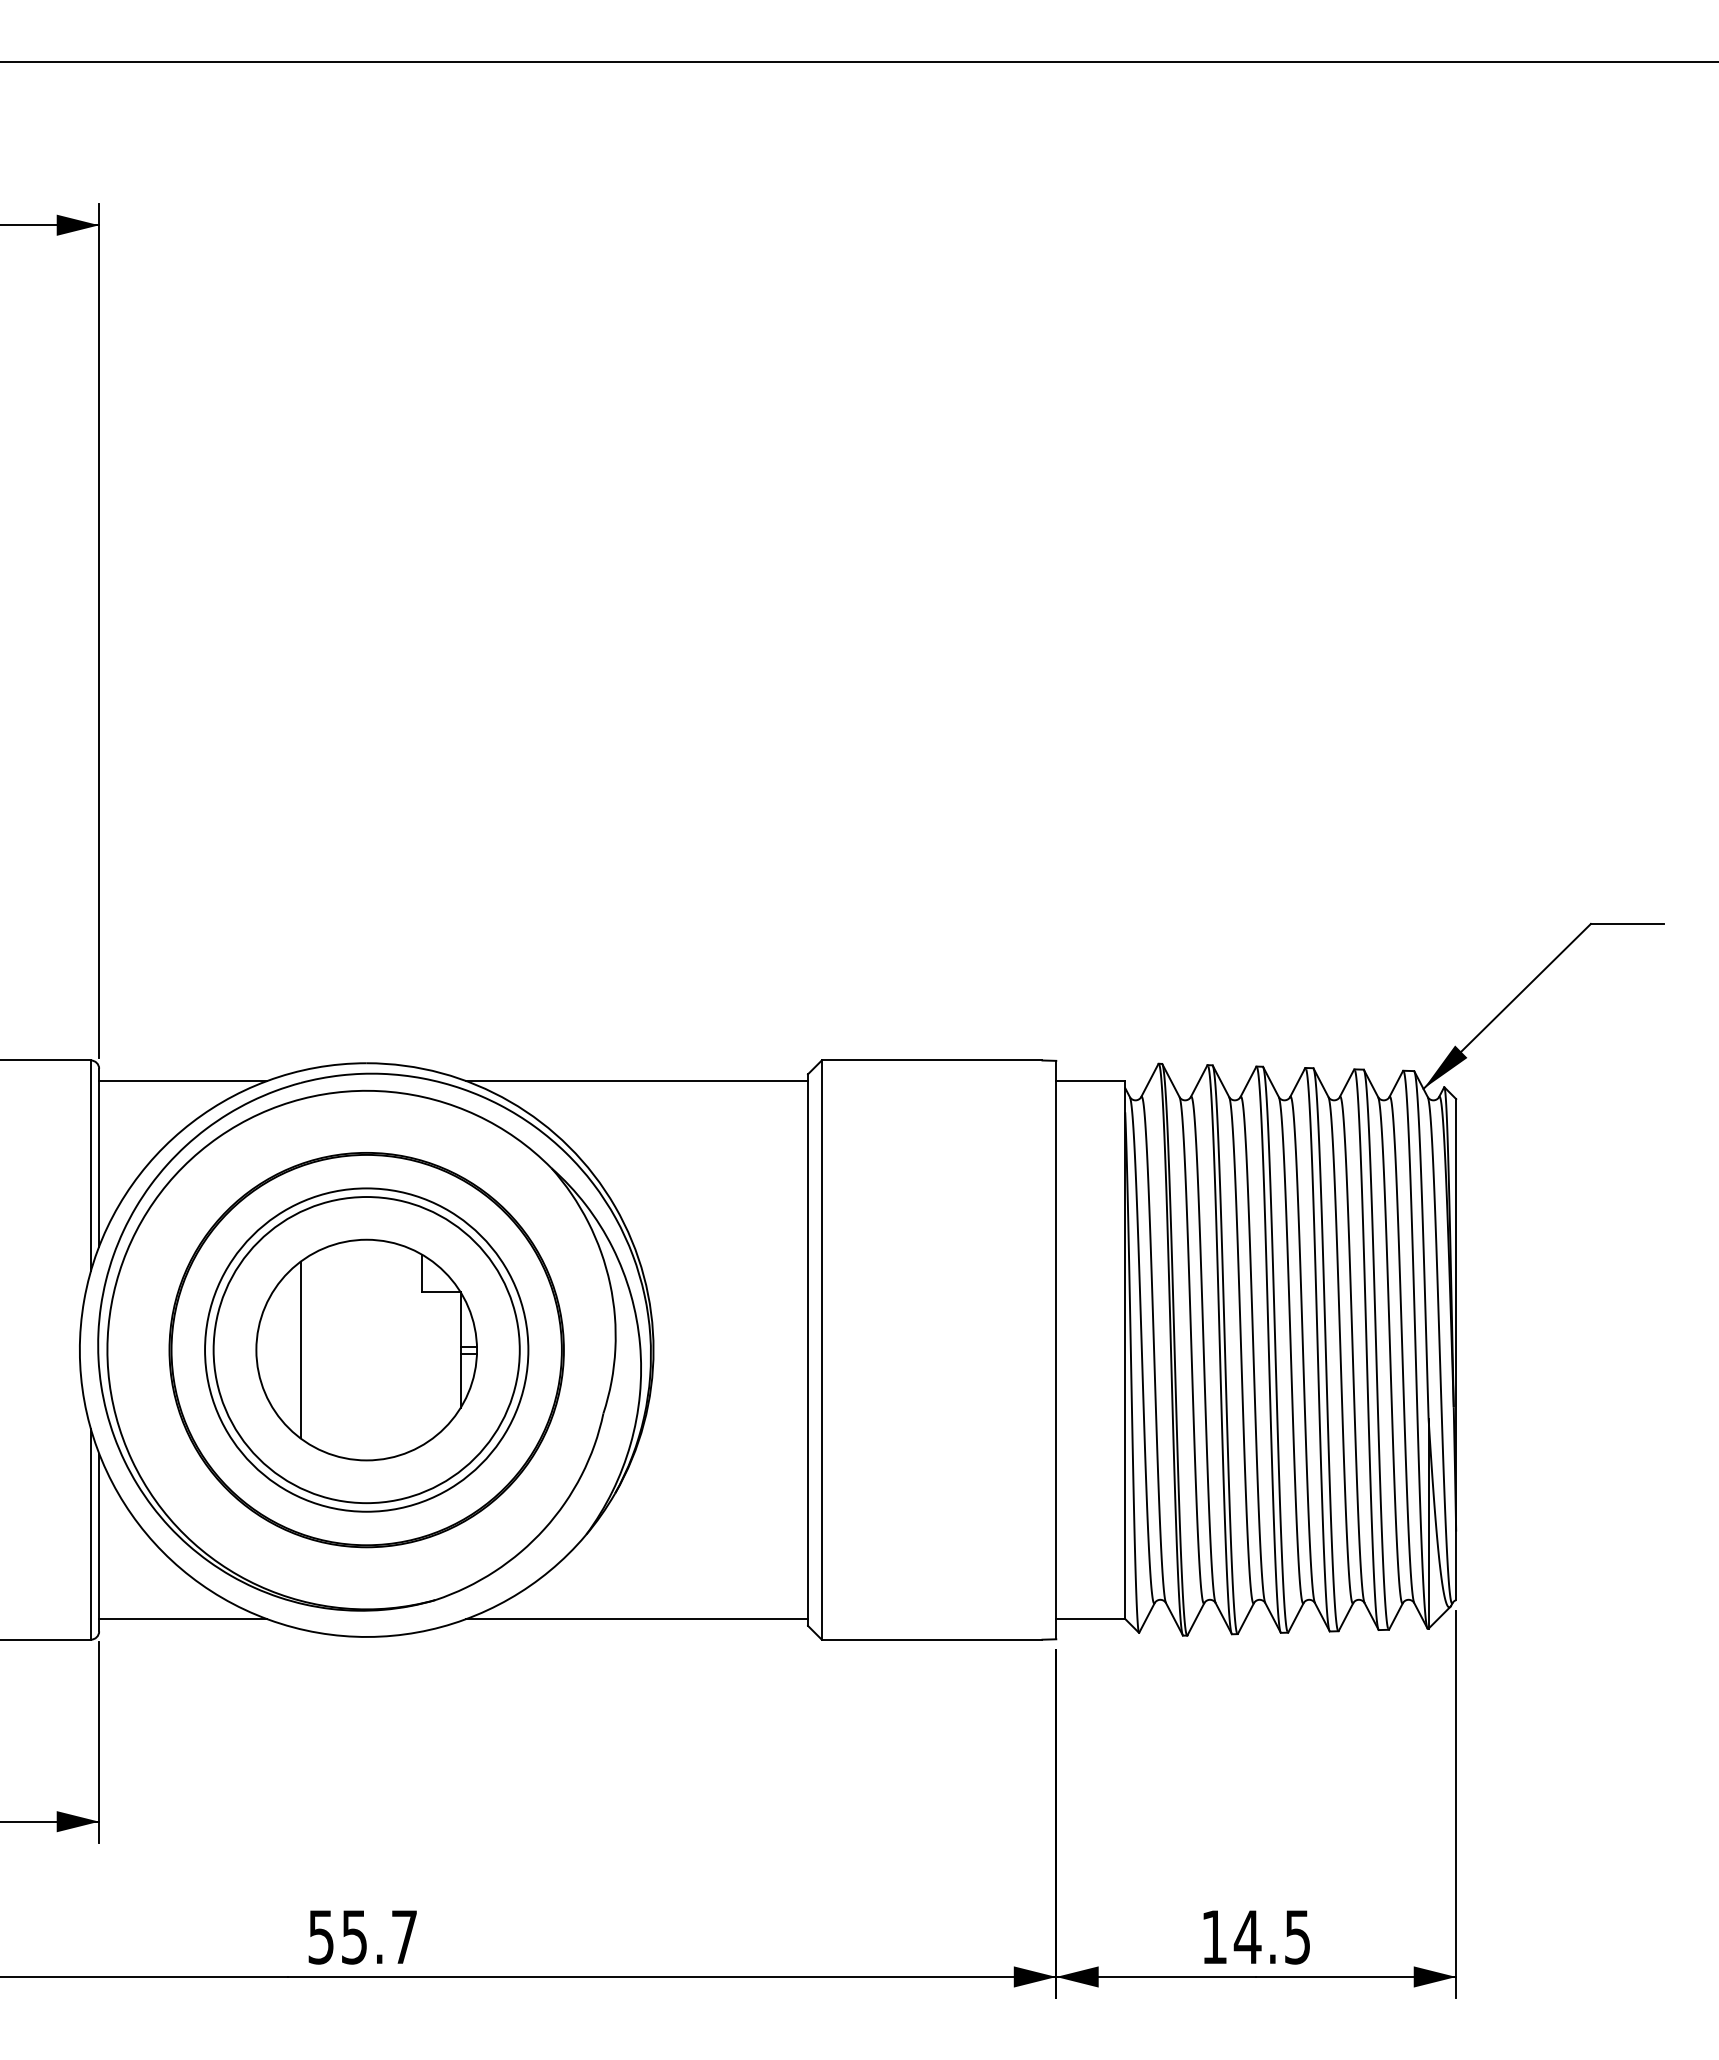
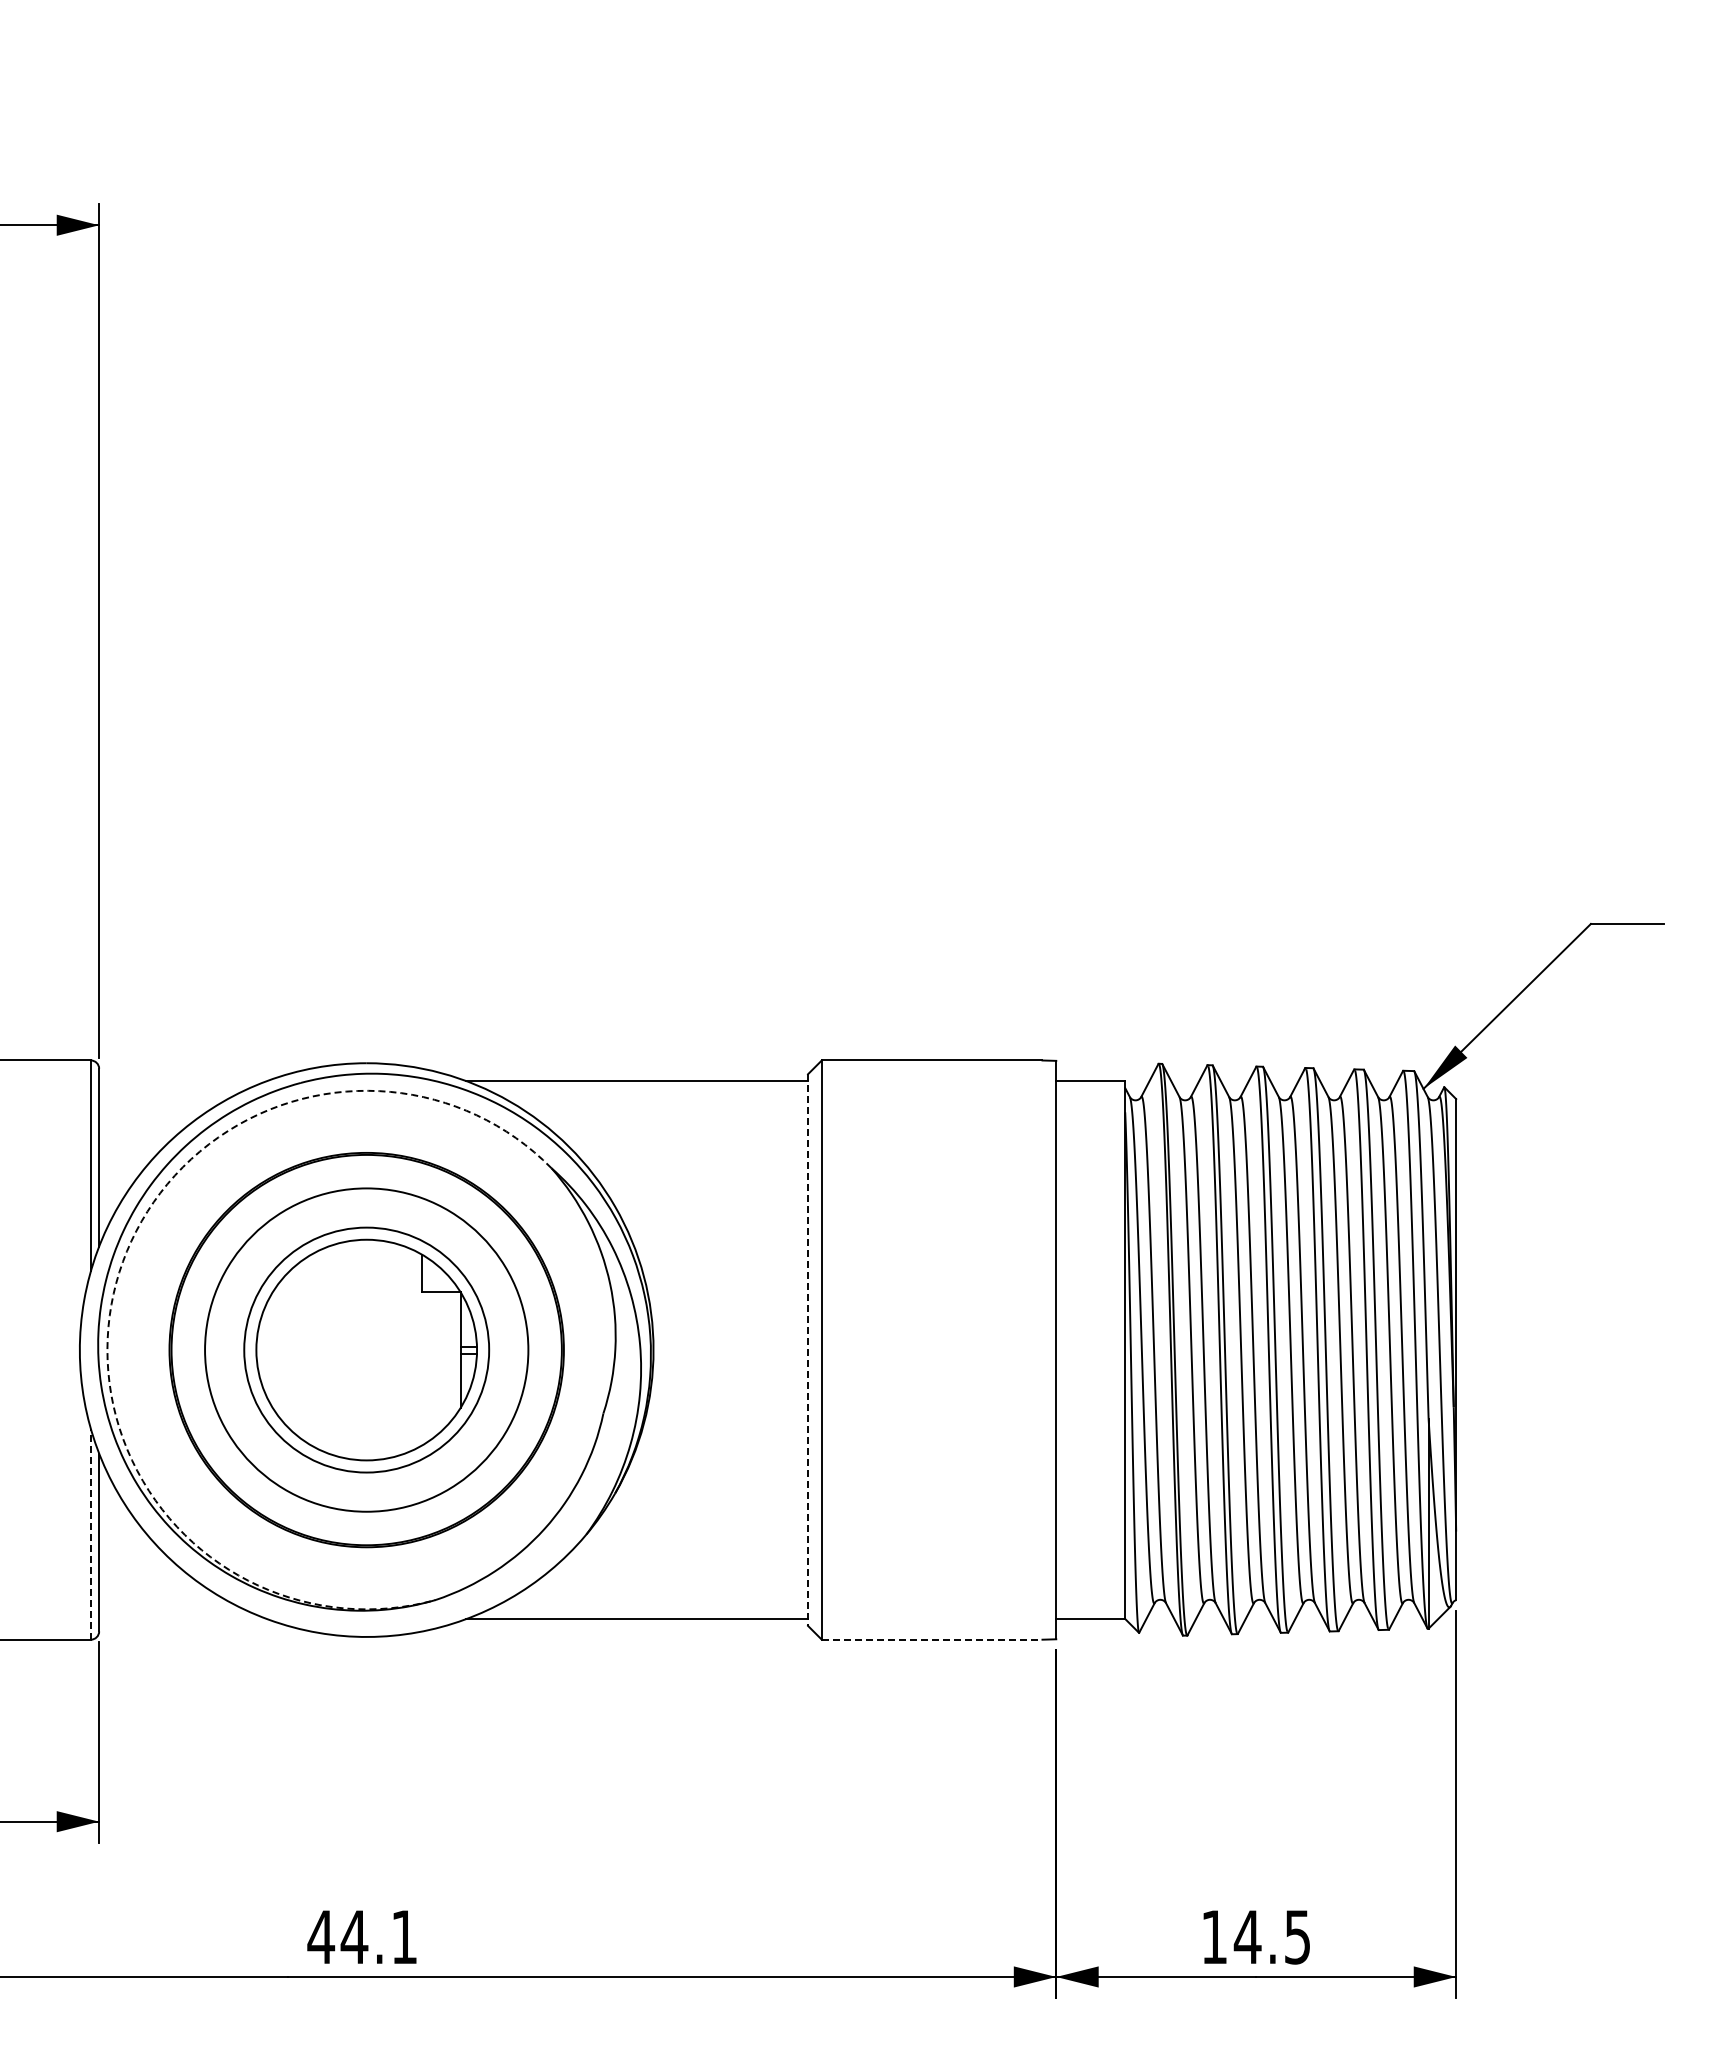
line at (858, 61): present -> none
line at (183, 1081): present -> none
arc at (116, 1282): solid -> dashed
line at (300, 1349): present -> none
circle at (366, 1350) diameter: 306 px -> 245 px
line at (808, 1350): solid -> dashed
line at (90, 1533): solid -> dashed
line at (183, 1619): present -> none
line at (932, 1639): solid -> dashed
text at (361, 1937): 55.7 -> 44.1
